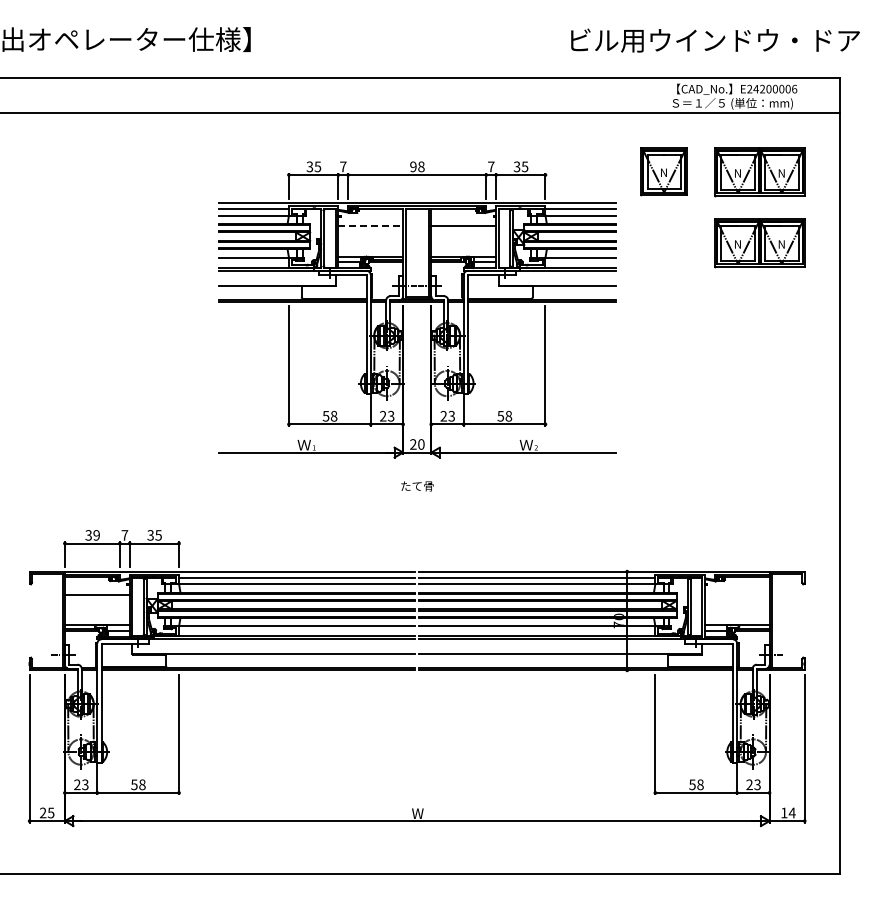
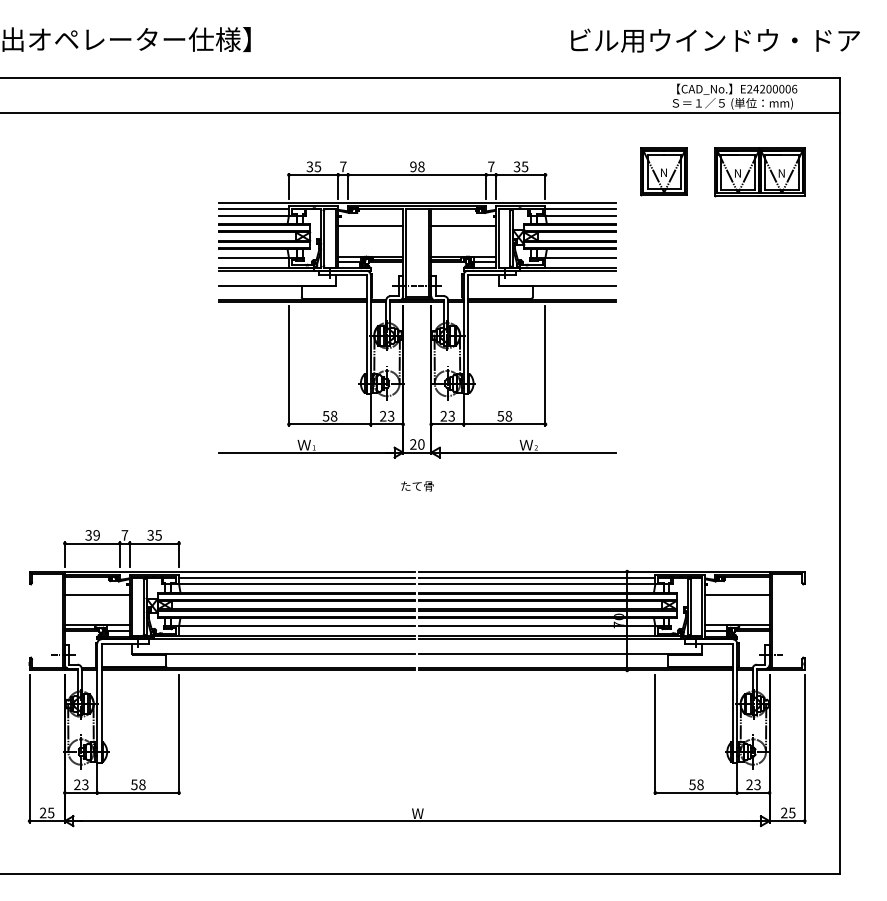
line at (371, 226): dashed -> solid
part at (759, 243): present -> none
line at (736, 594): none -> present
text at (788, 812): 14 -> 25
